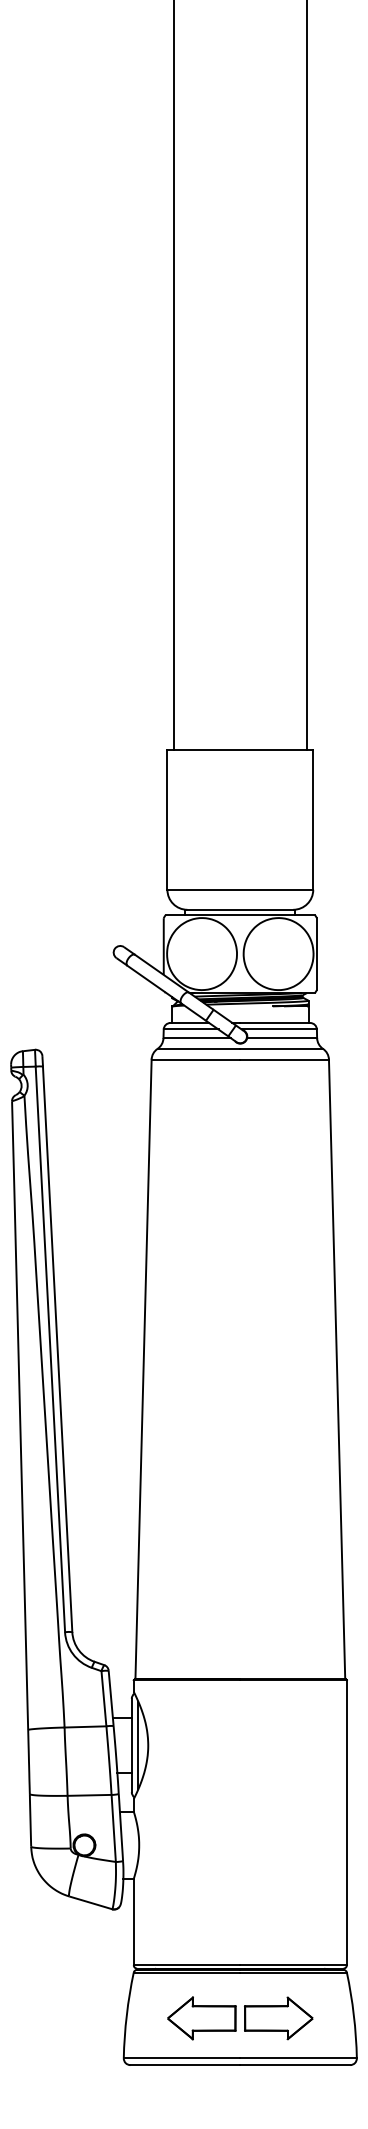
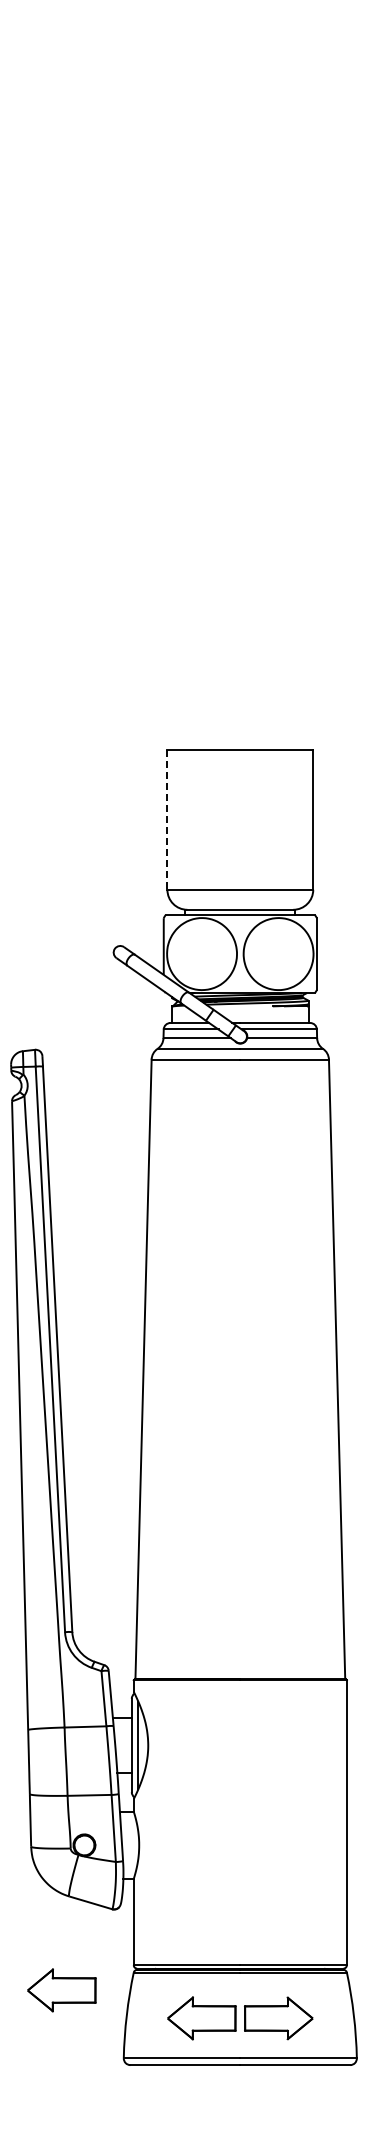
line at (173, 376): present -> none
line at (306, 376): present -> none
line at (167, 819): solid -> dashed
part at (61, 1990): none -> present
